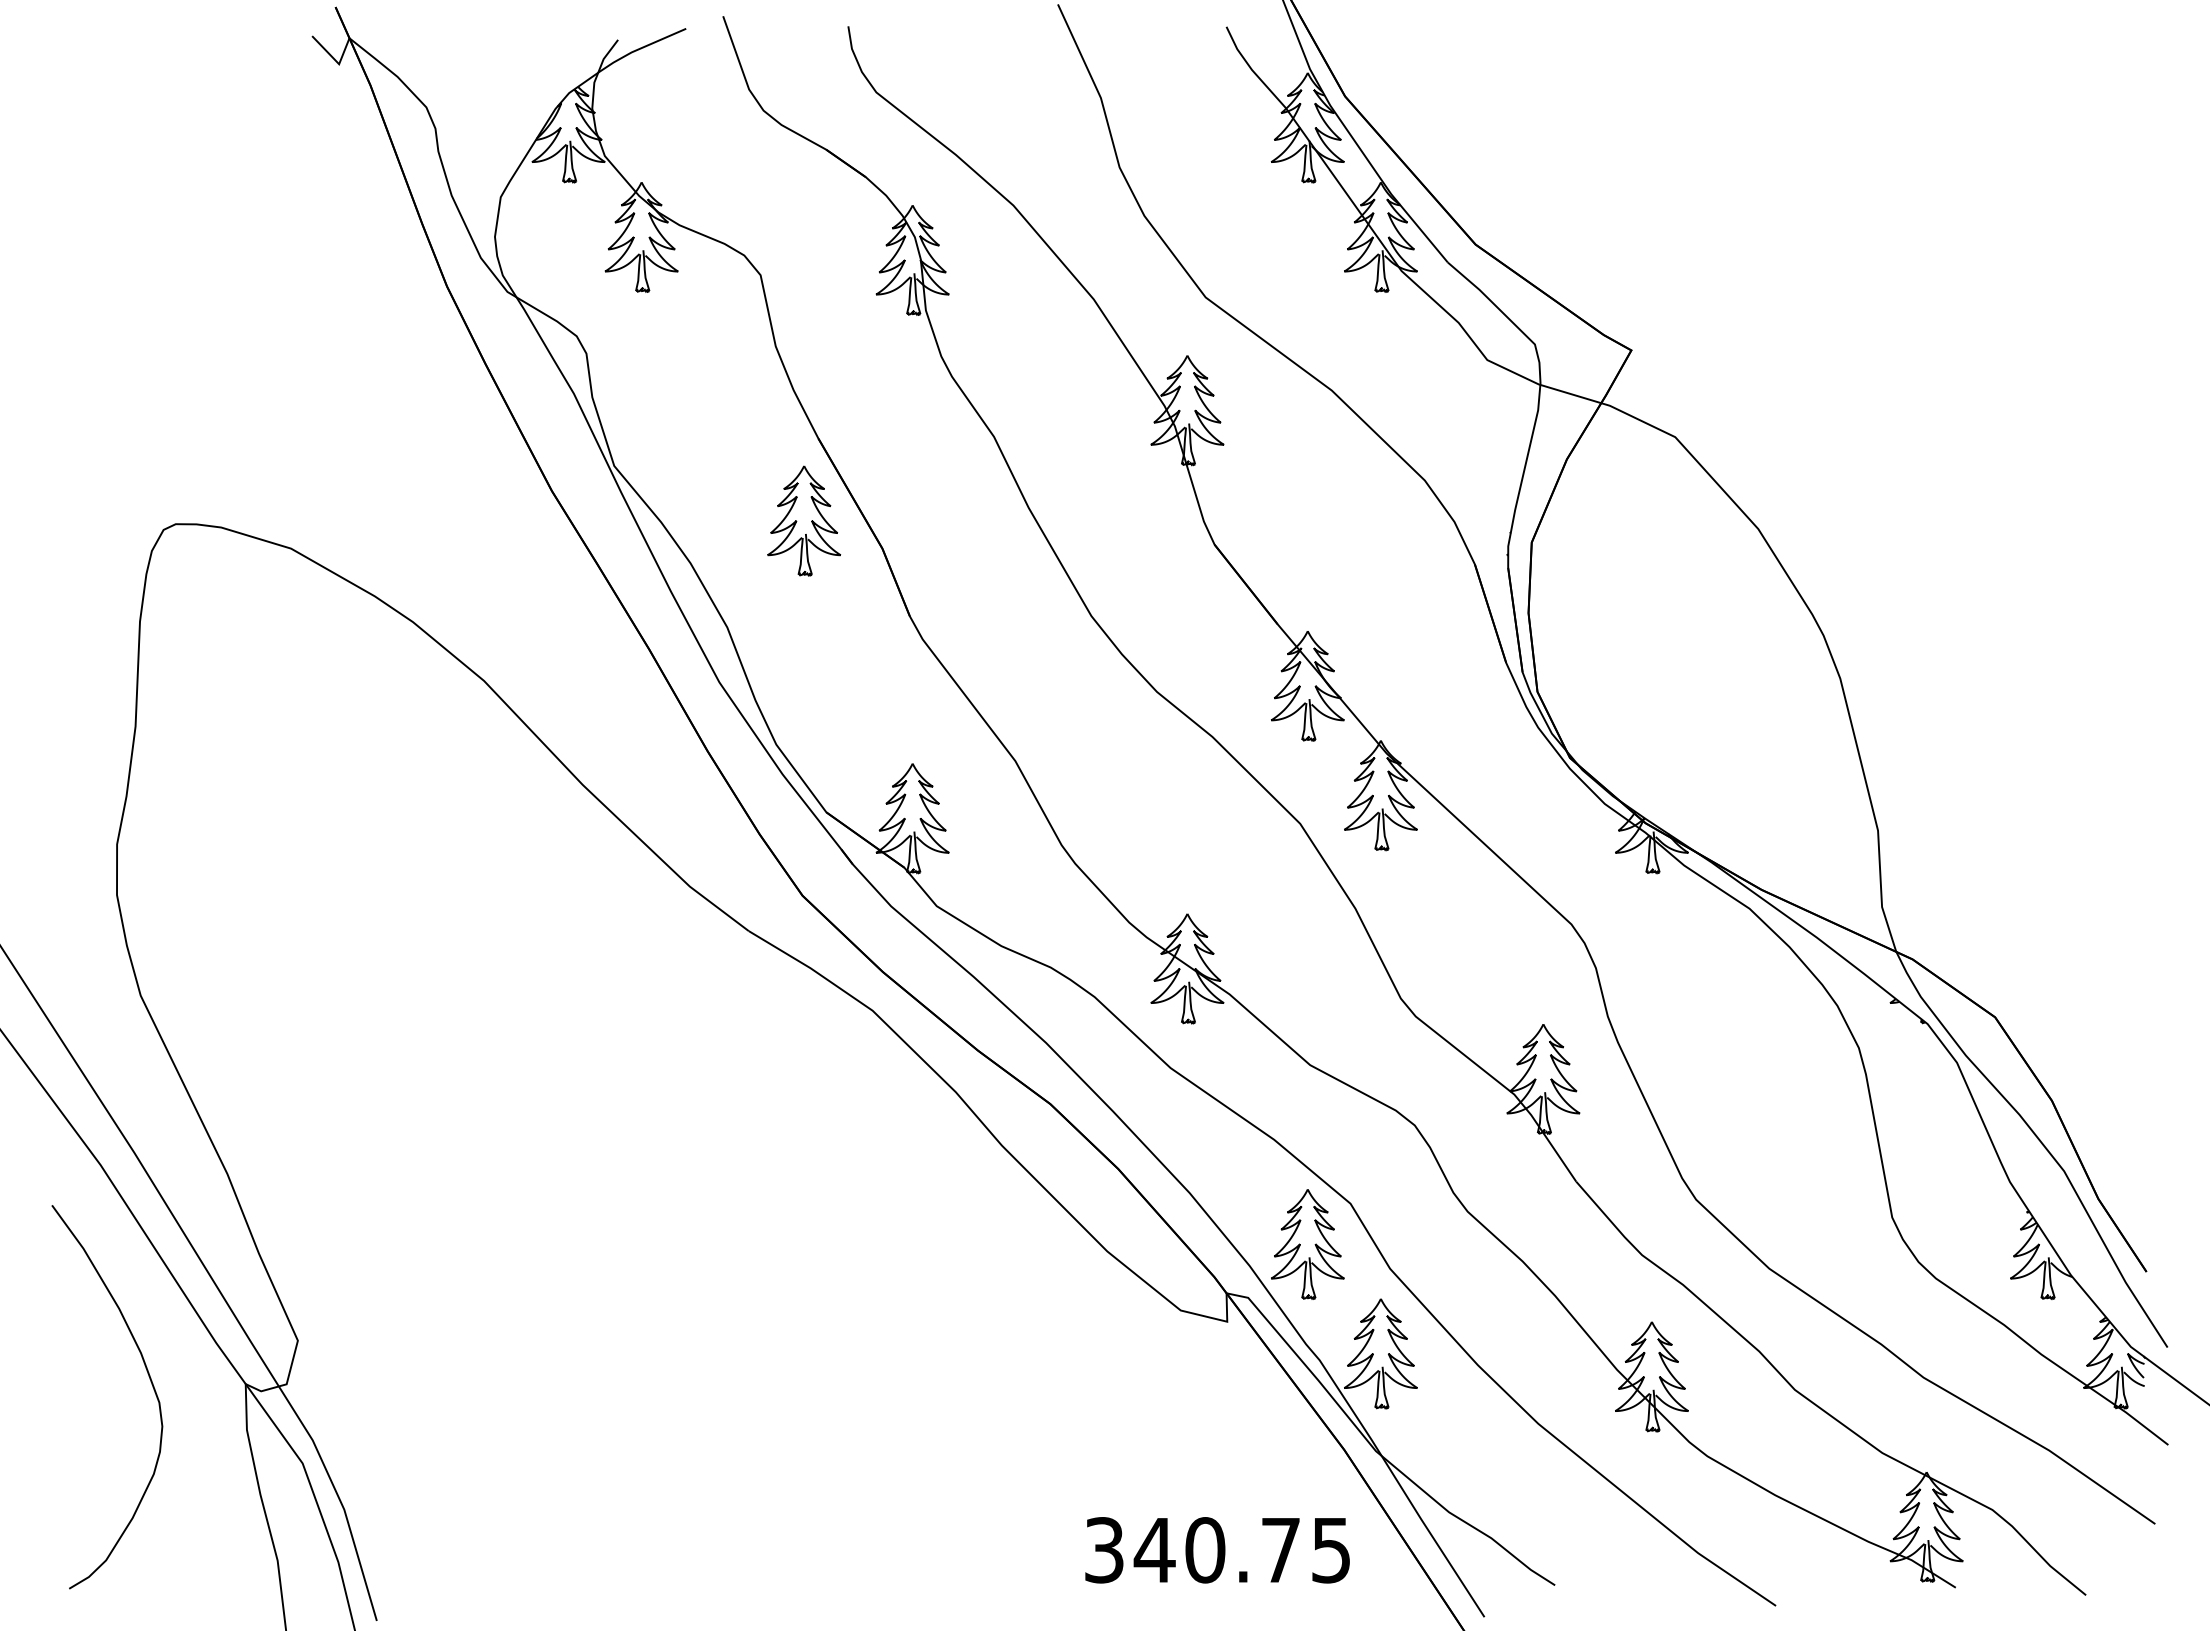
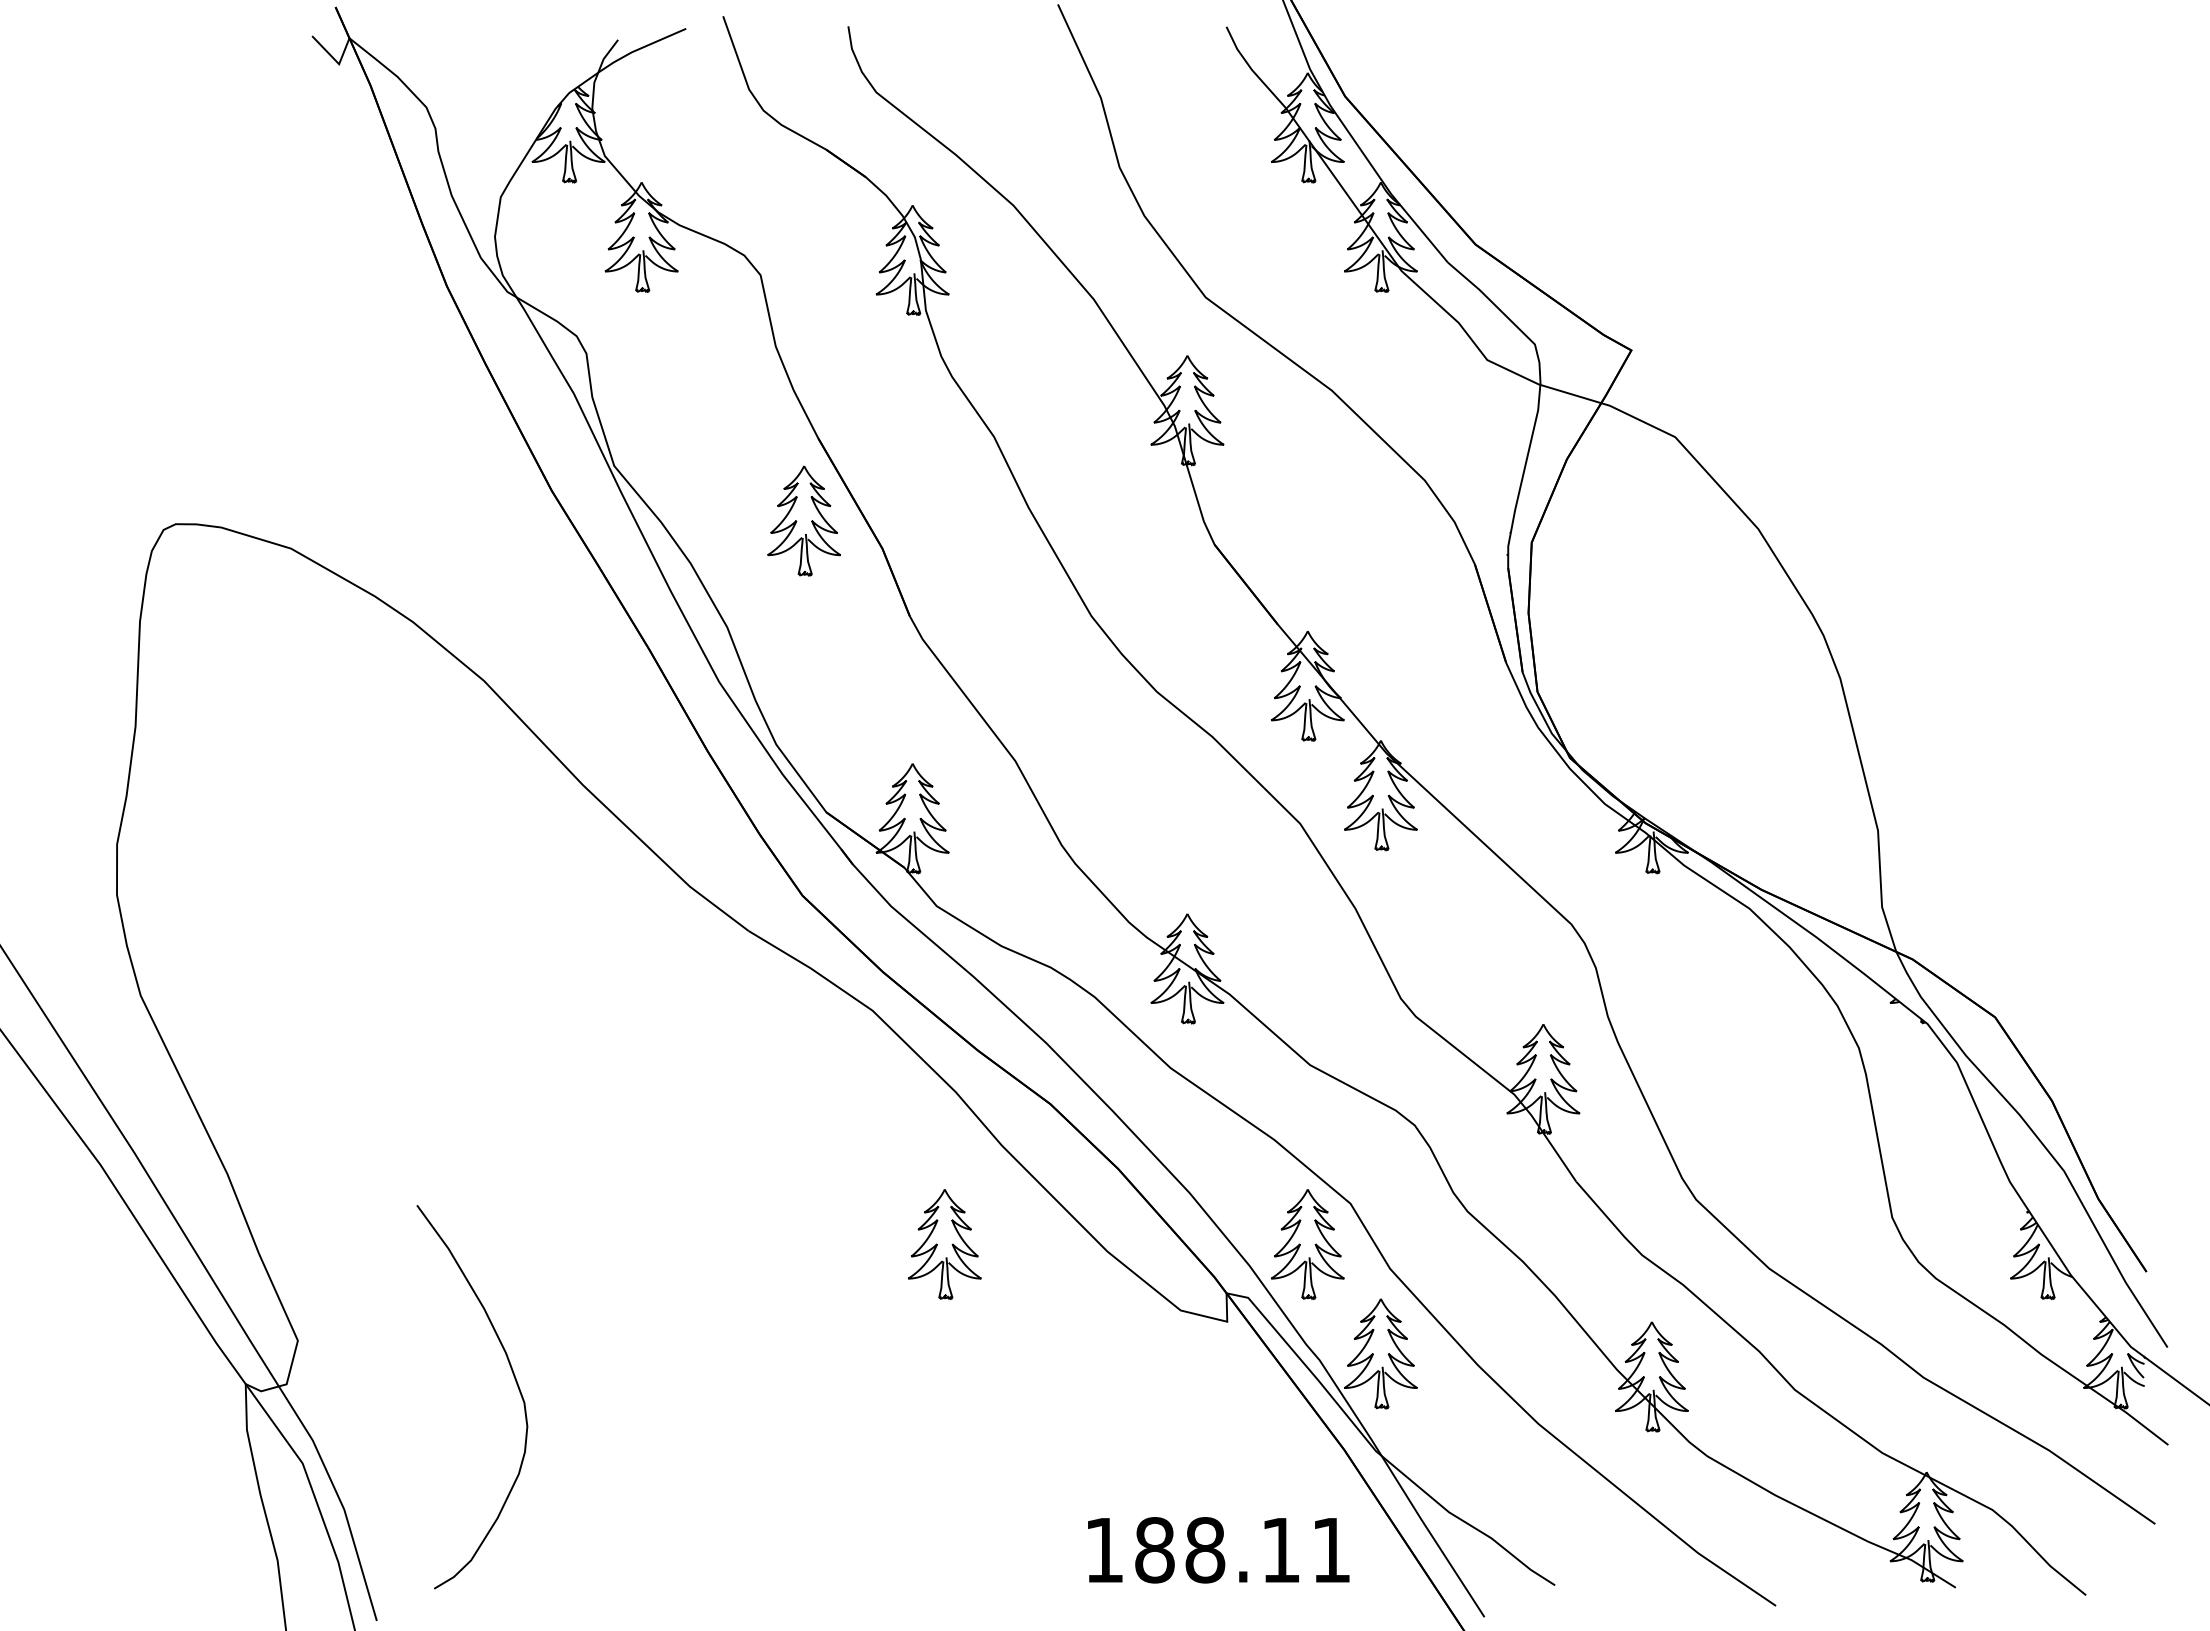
part at (944, 1244): none -> present
curve at (150, 1382) position: (150, 1382) -> (515, 1382)
text at (1217, 1550): 340.75 -> 188.11
